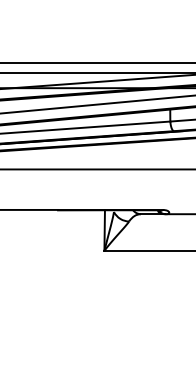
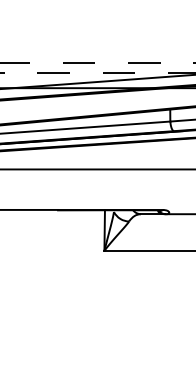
line at (98, 62): solid -> dashed
line at (98, 72): solid -> dashed
line at (97, 104): present -> none
